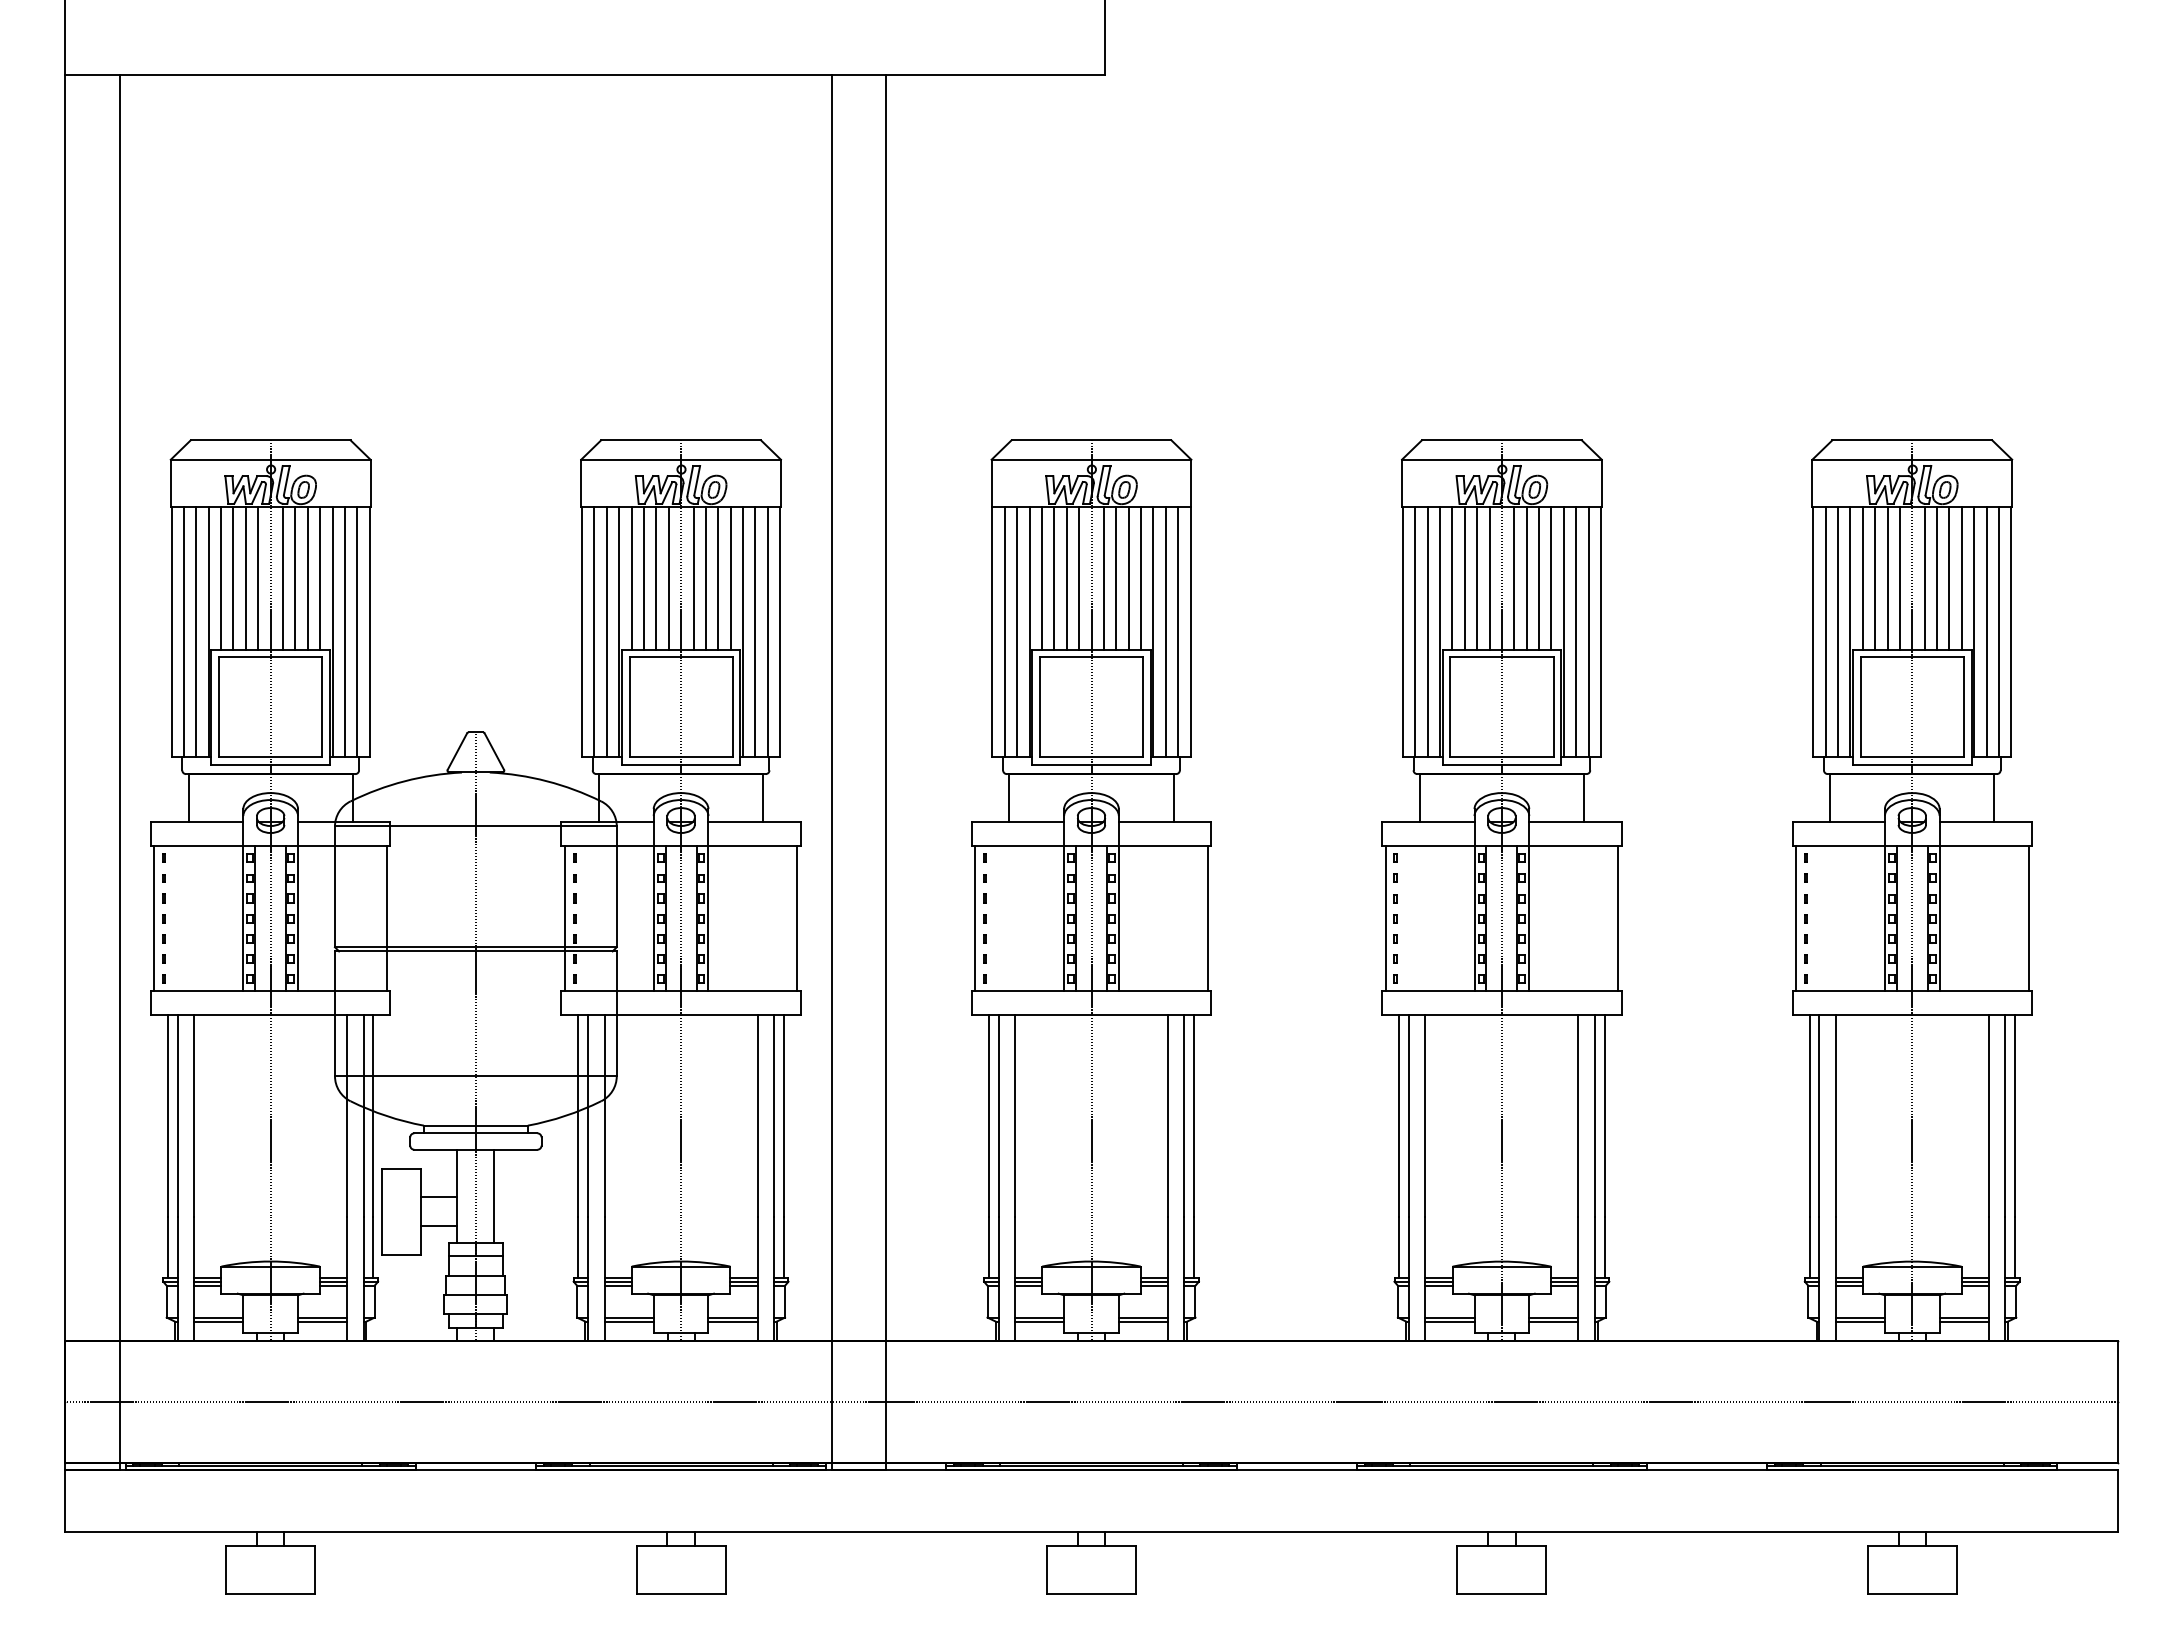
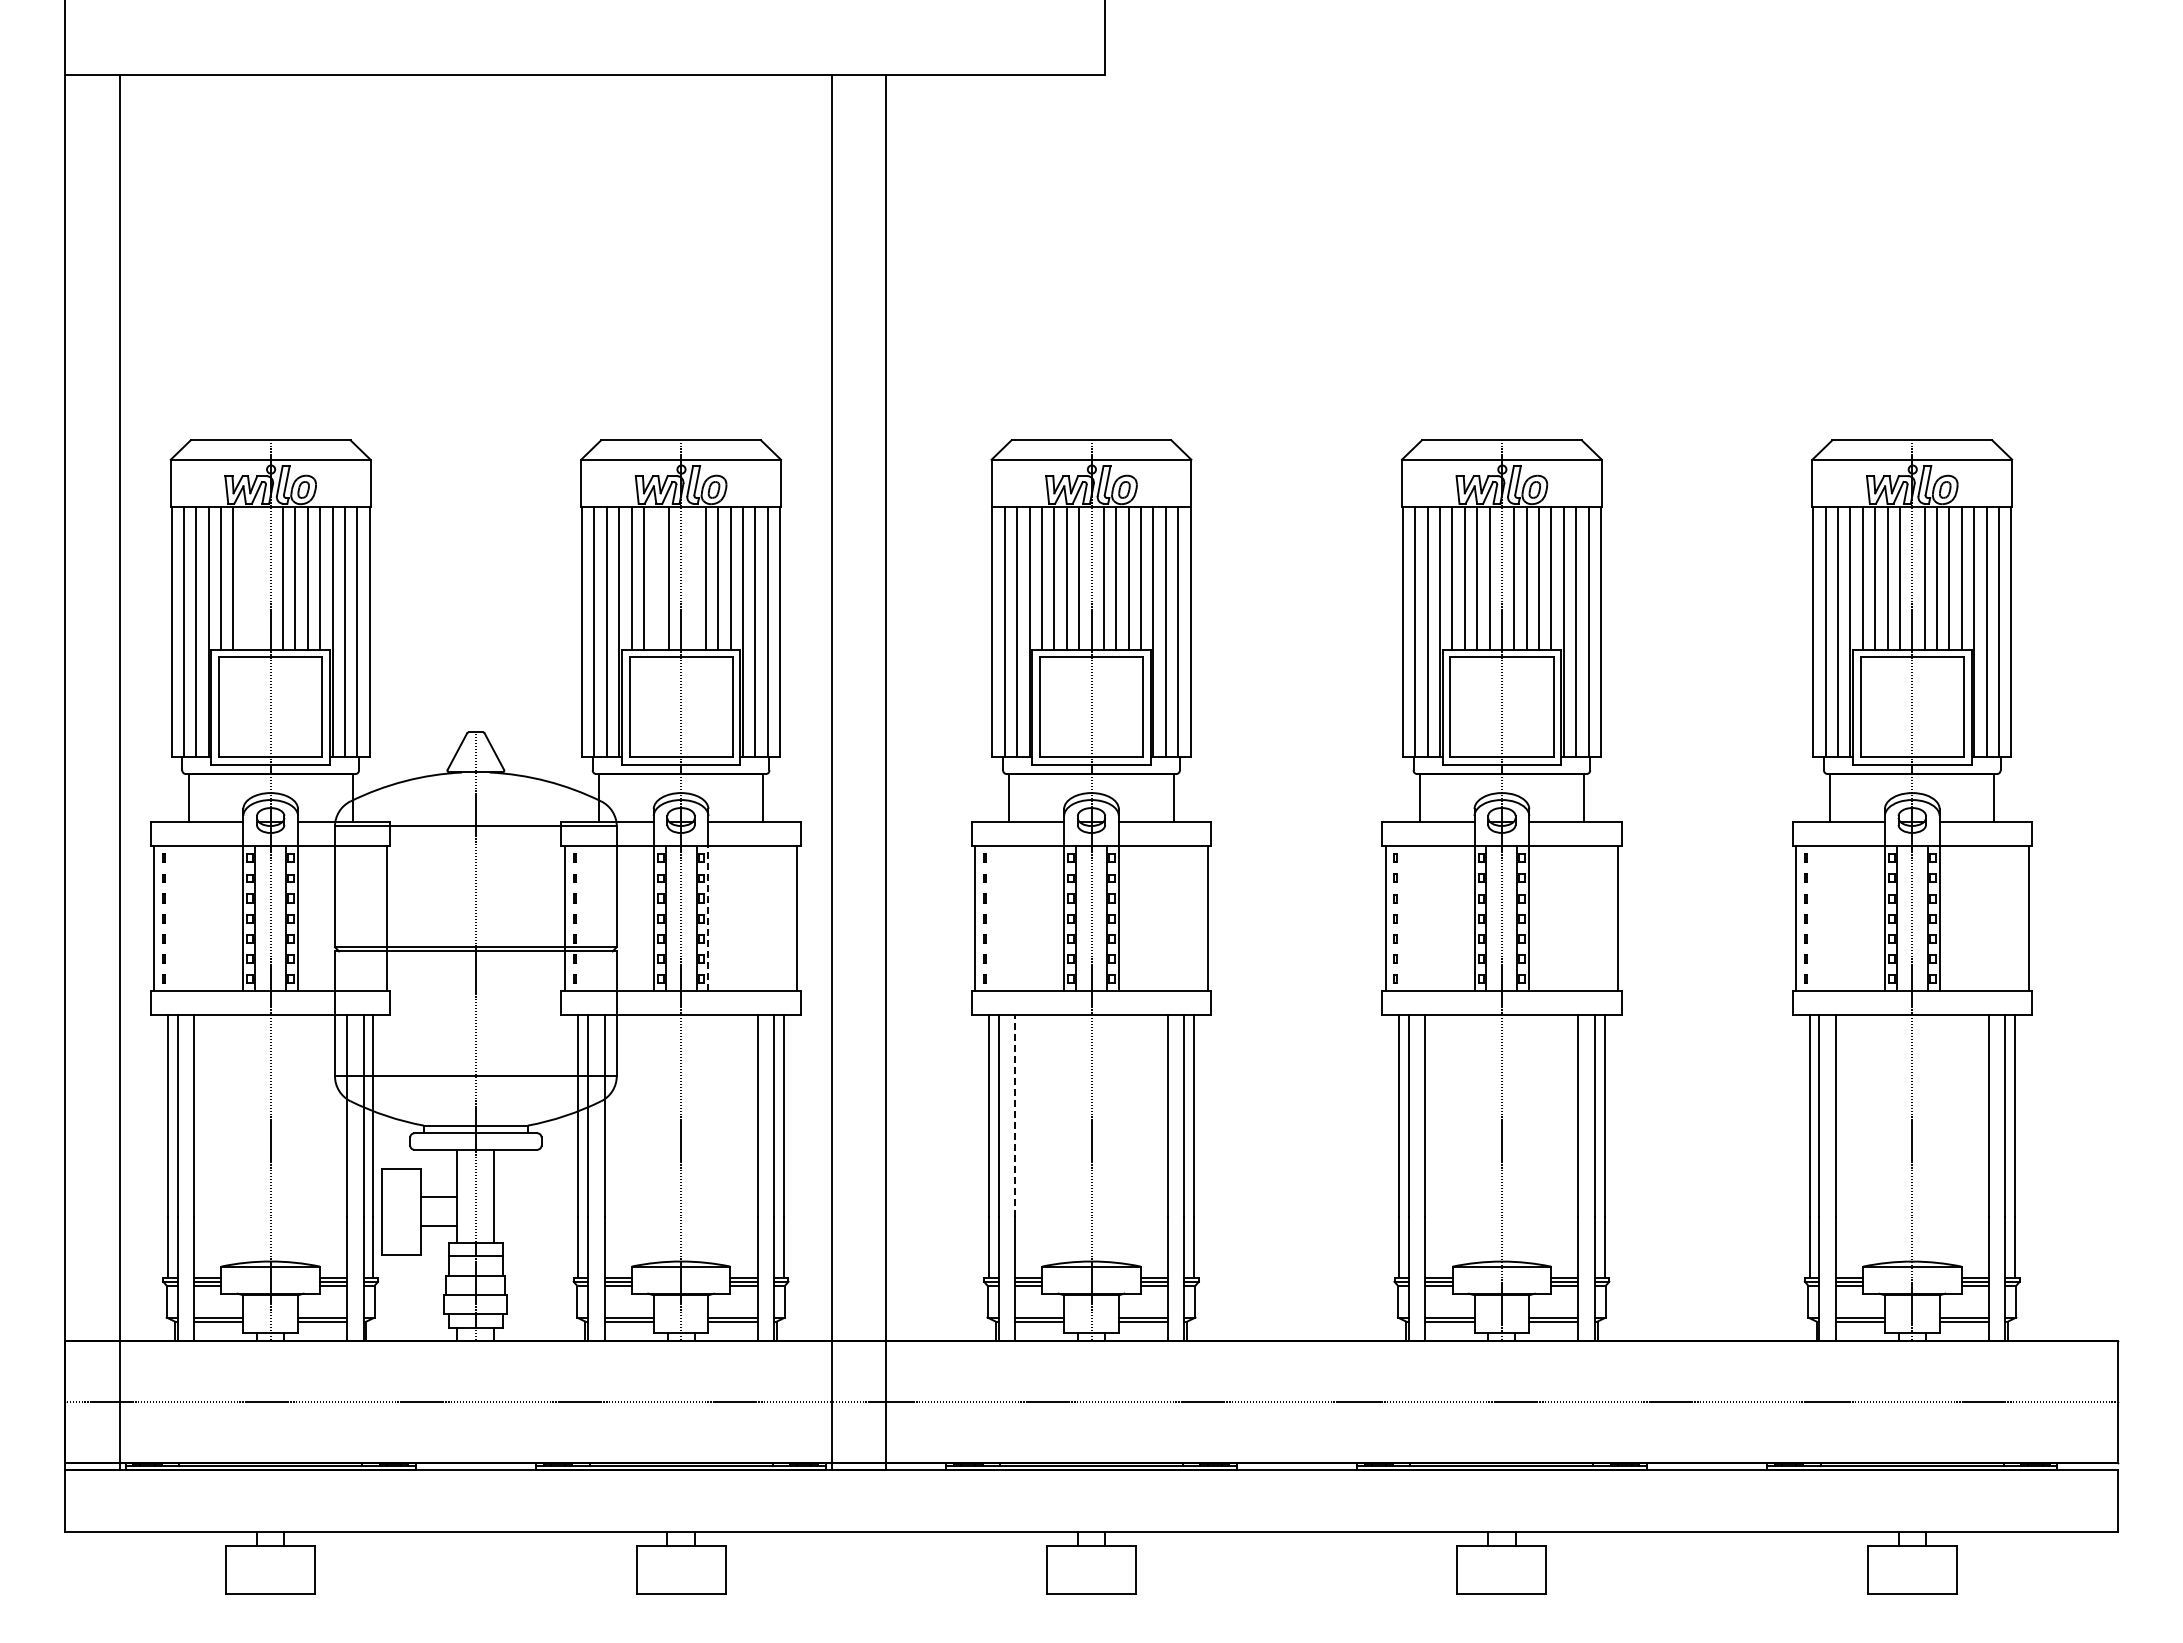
line at (245, 578): present -> none
line at (258, 578): present -> none
line at (656, 578): present -> none
line at (693, 578): present -> none
line at (708, 918): solid -> dashed
line at (1015, 1115): solid -> dashed
